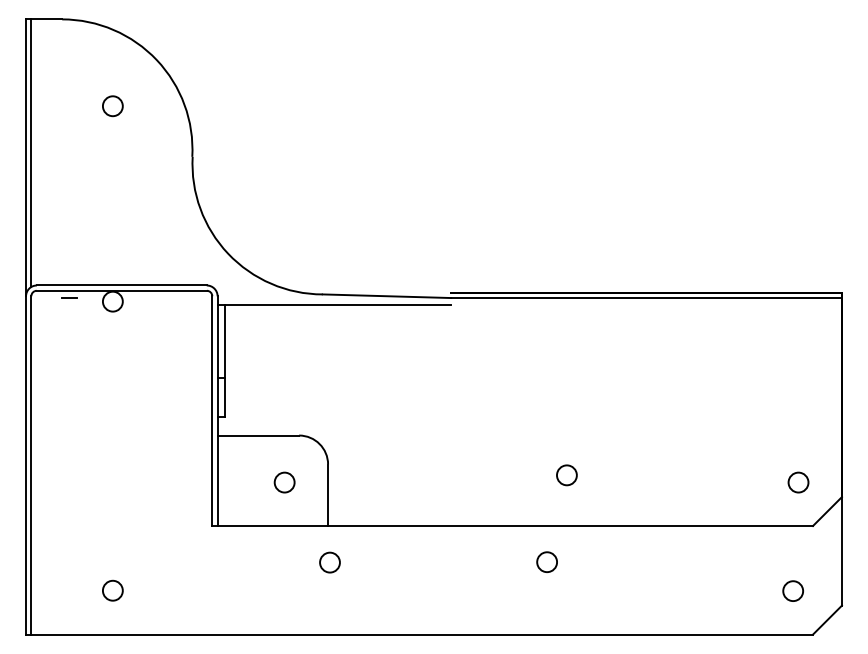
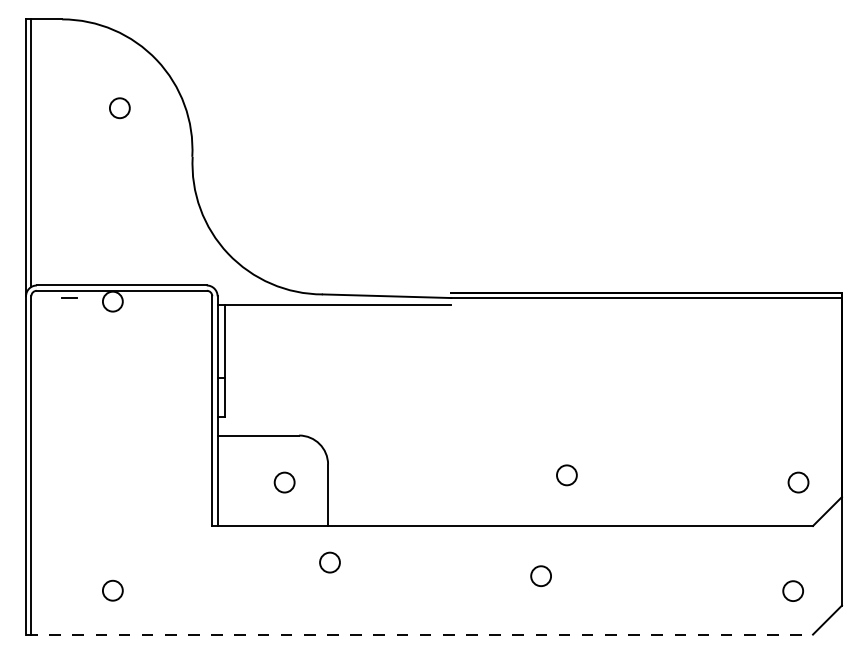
circle at (112, 106) position: (112, 106) -> (119, 108)
circle at (546, 561) position: (546, 561) -> (540, 575)
line at (420, 634): solid -> dashed
